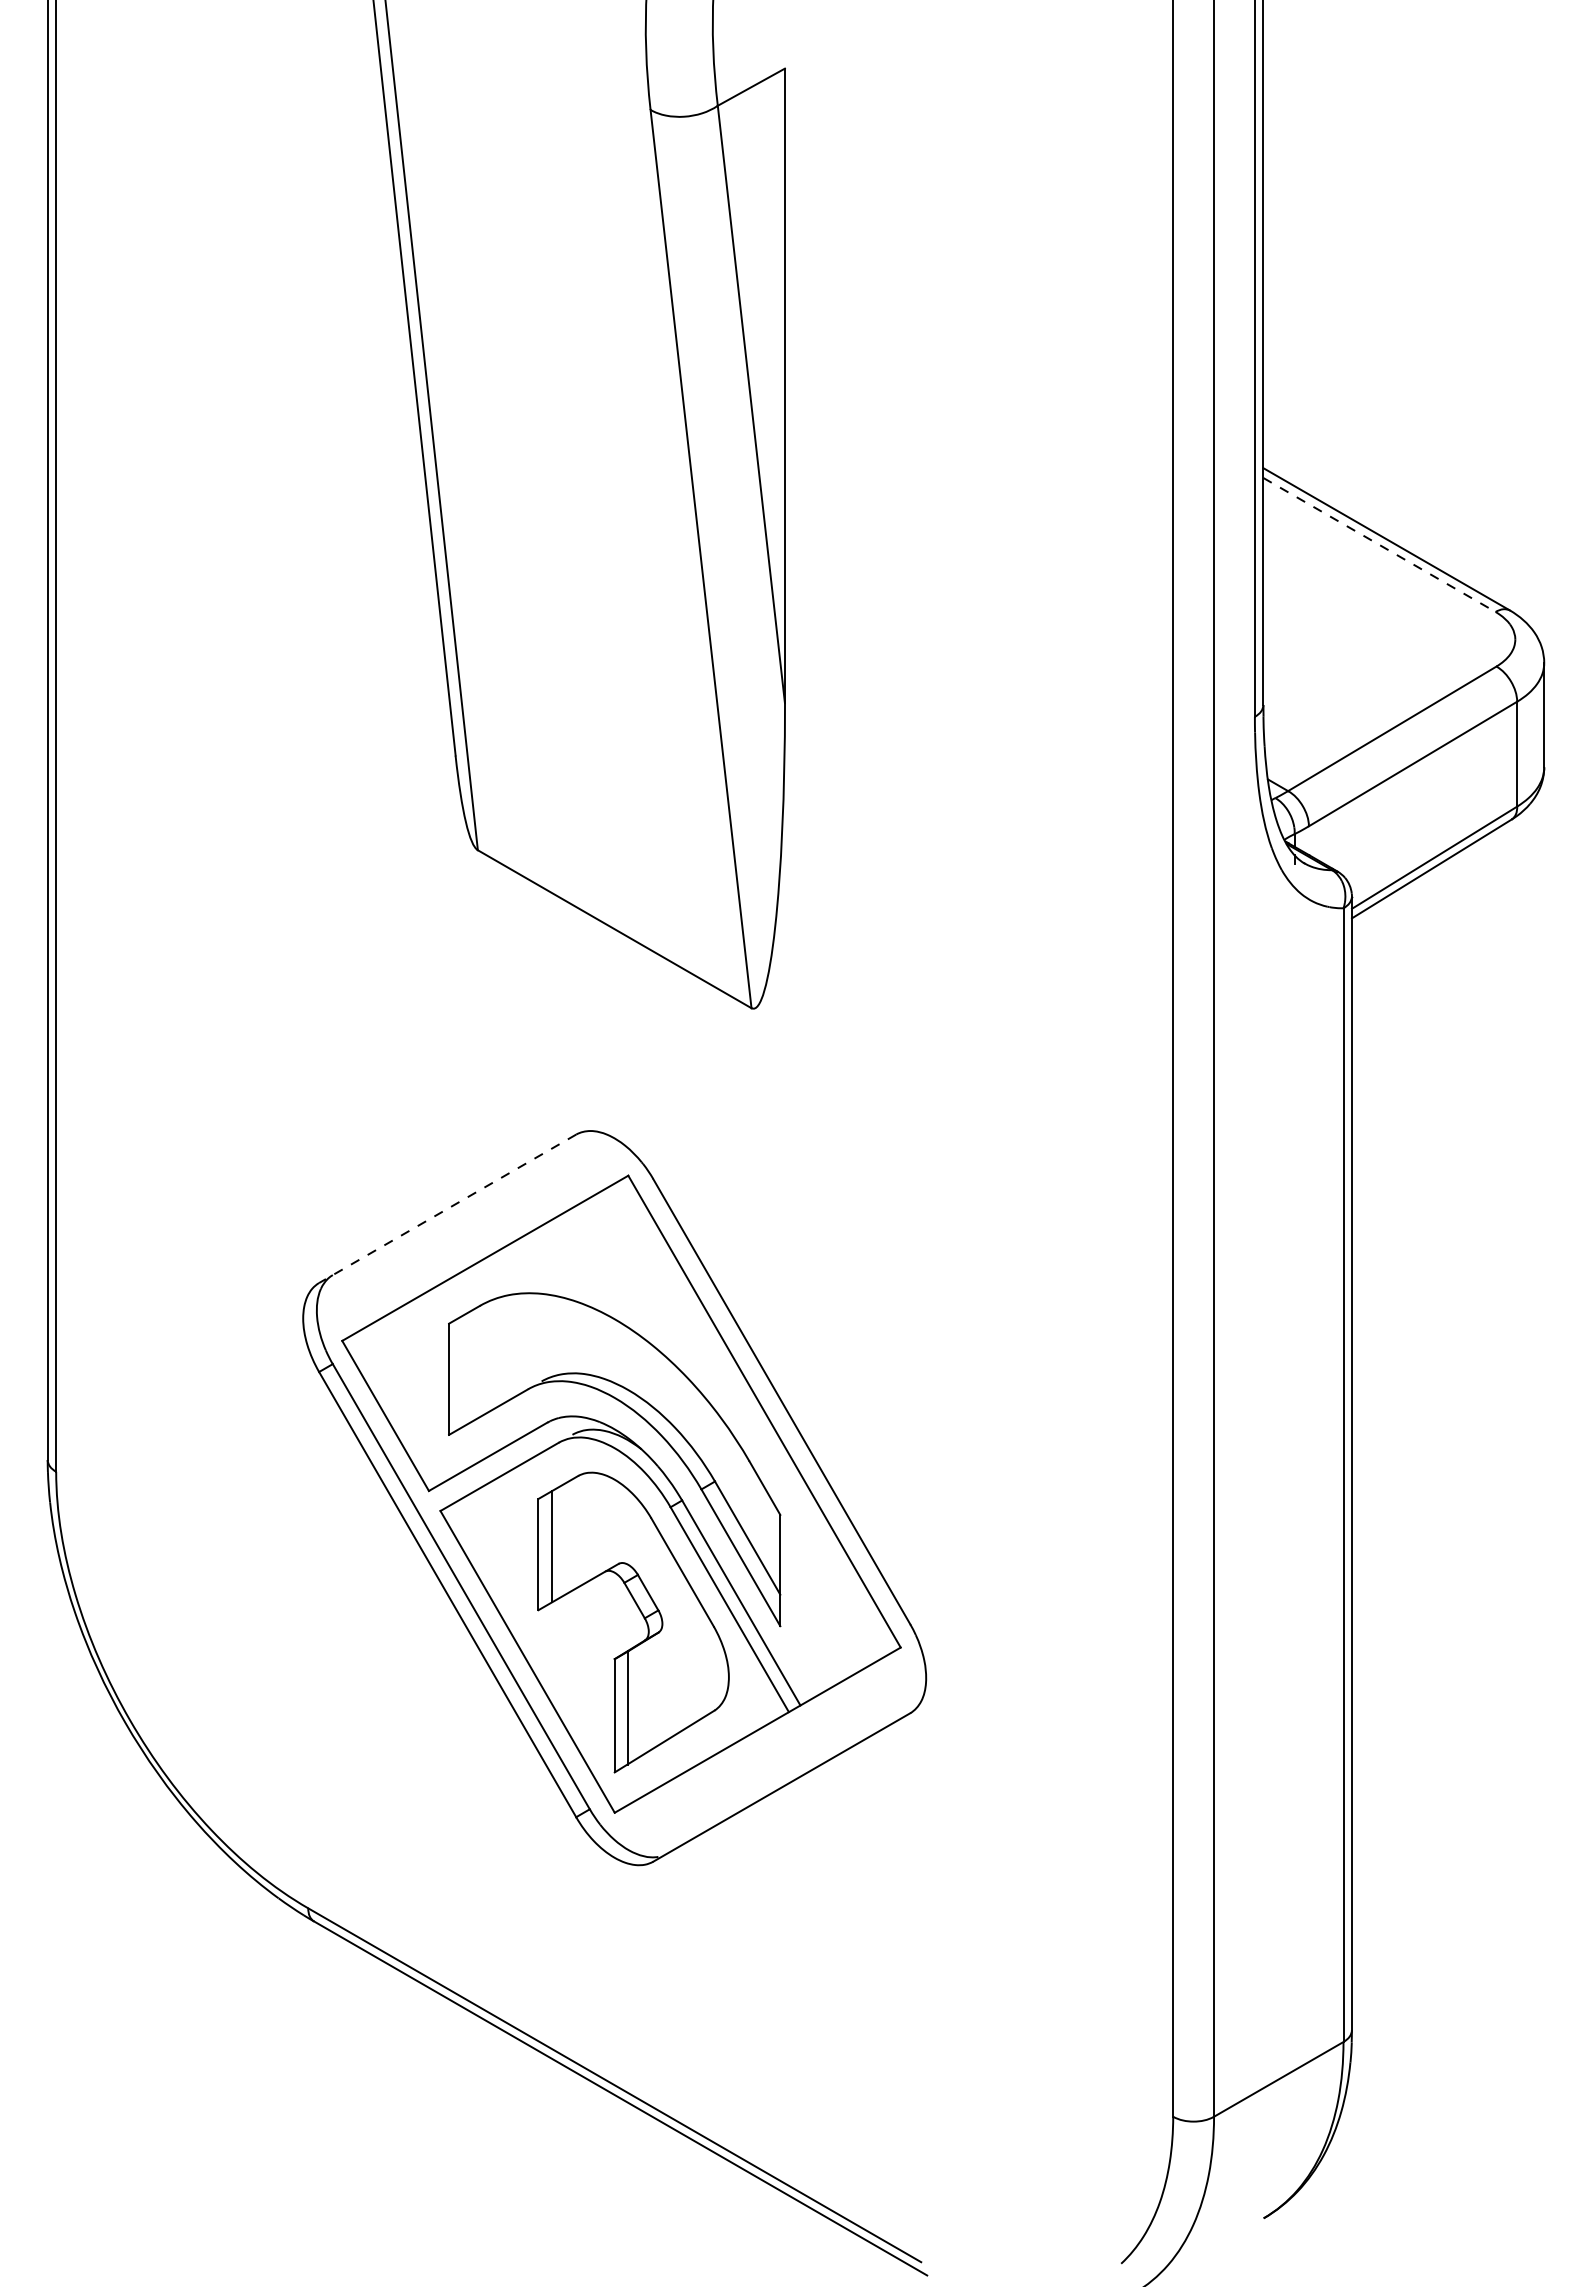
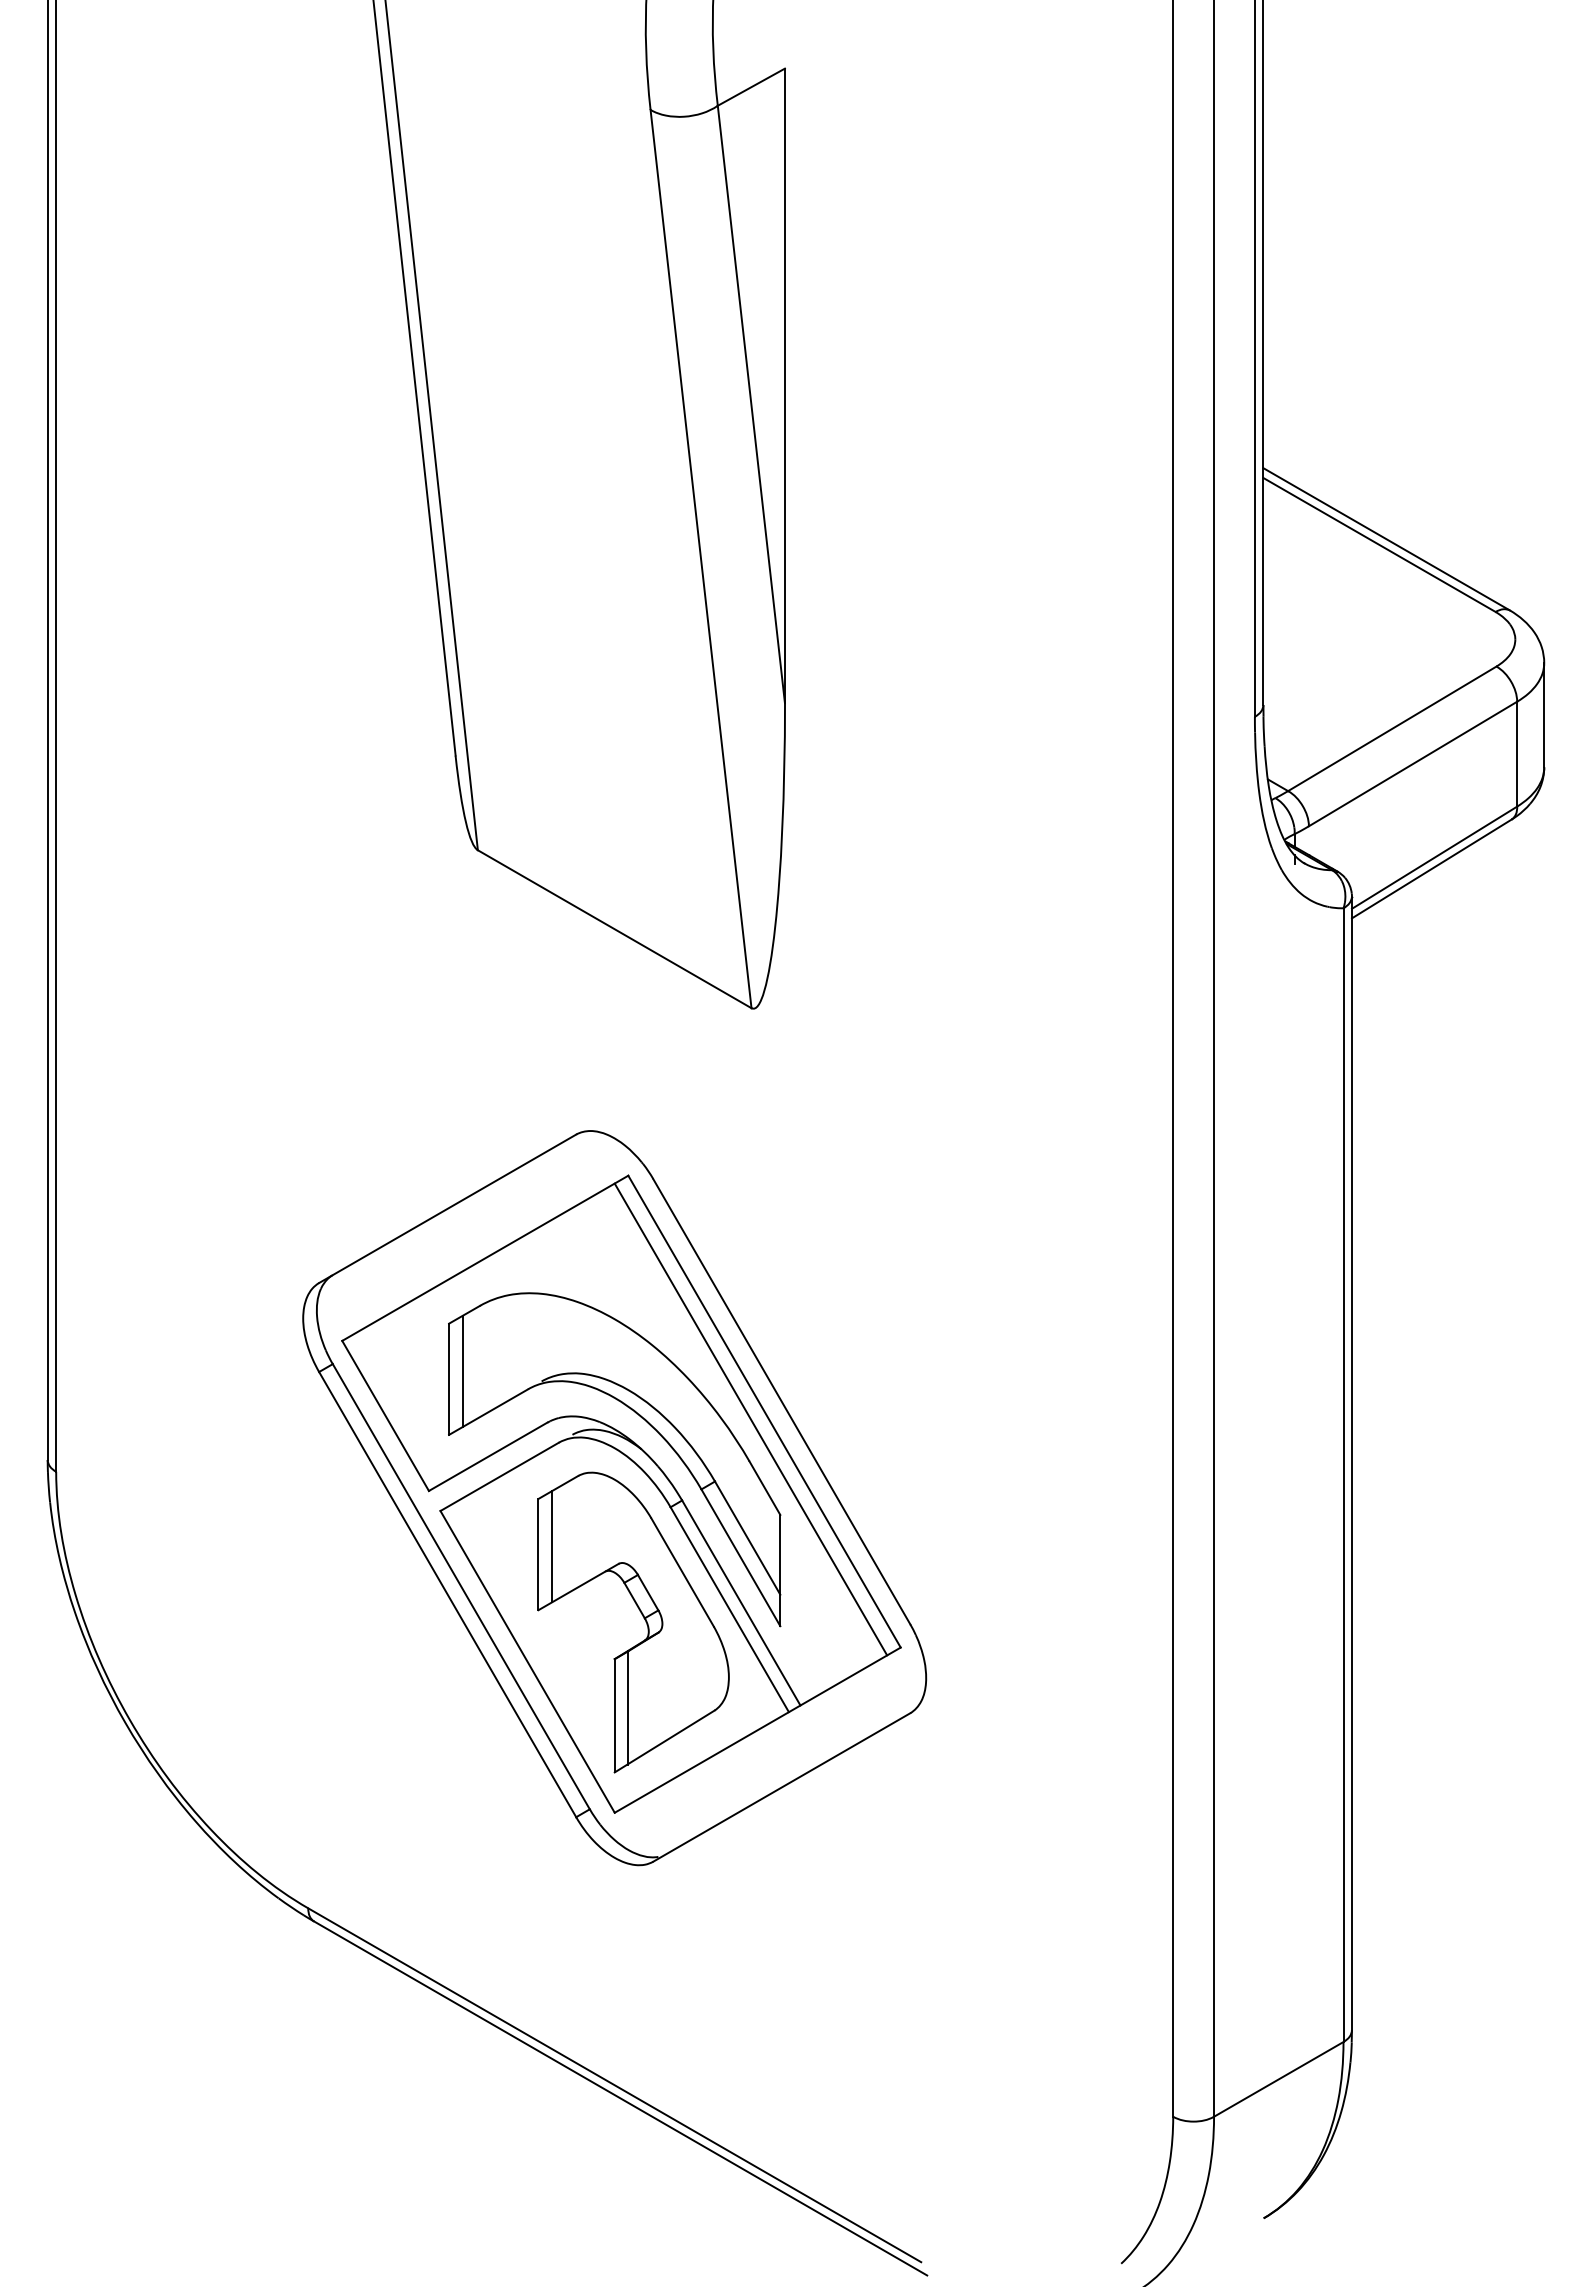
line at (1379, 545): dashed -> solid
line at (447, 1209): dashed -> solid
line at (462, 1371): none -> present
line at (750, 1419): none -> present
